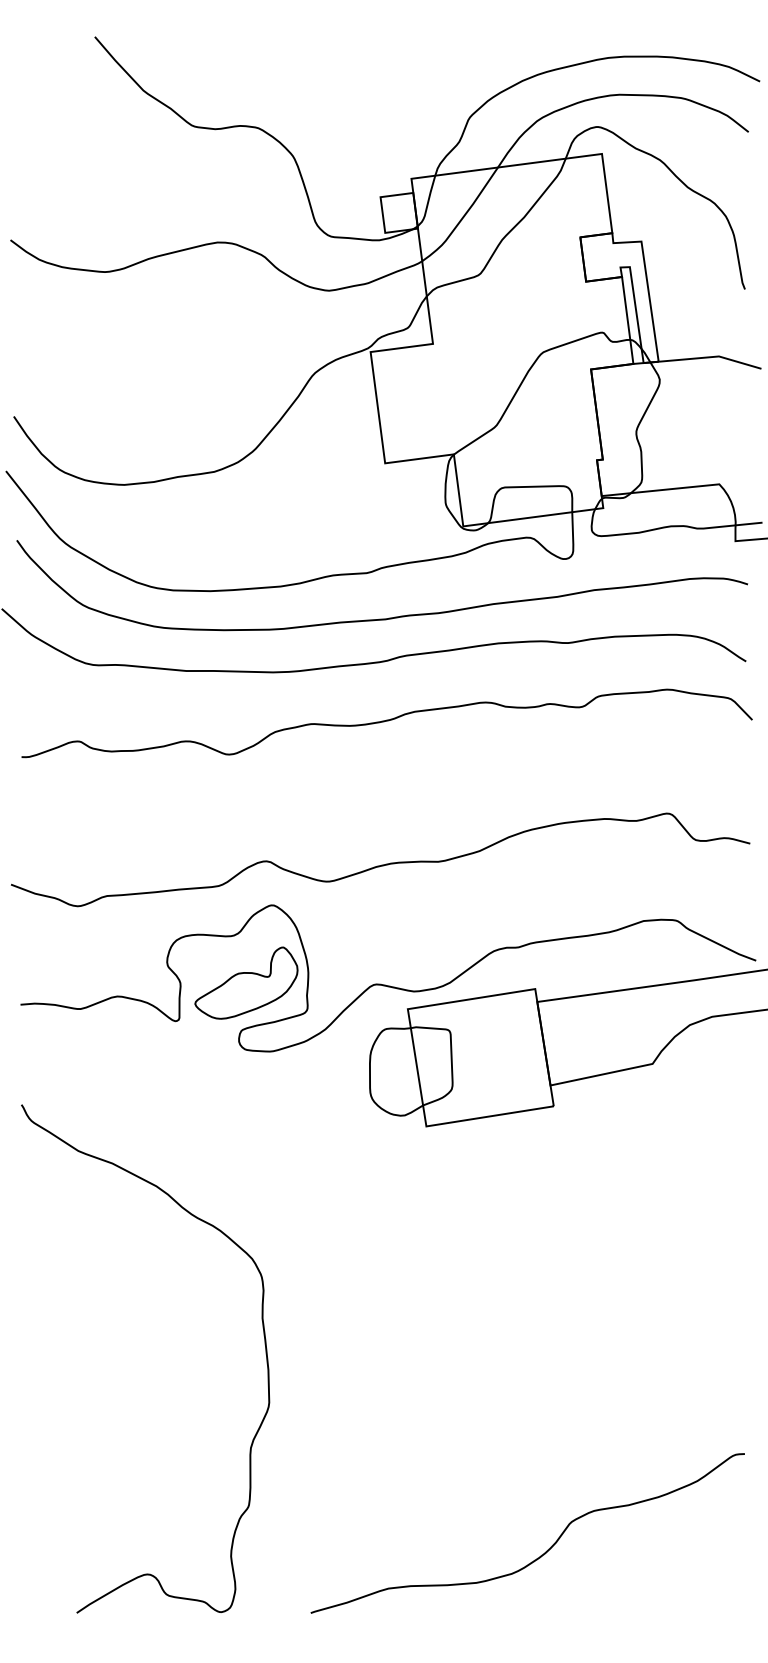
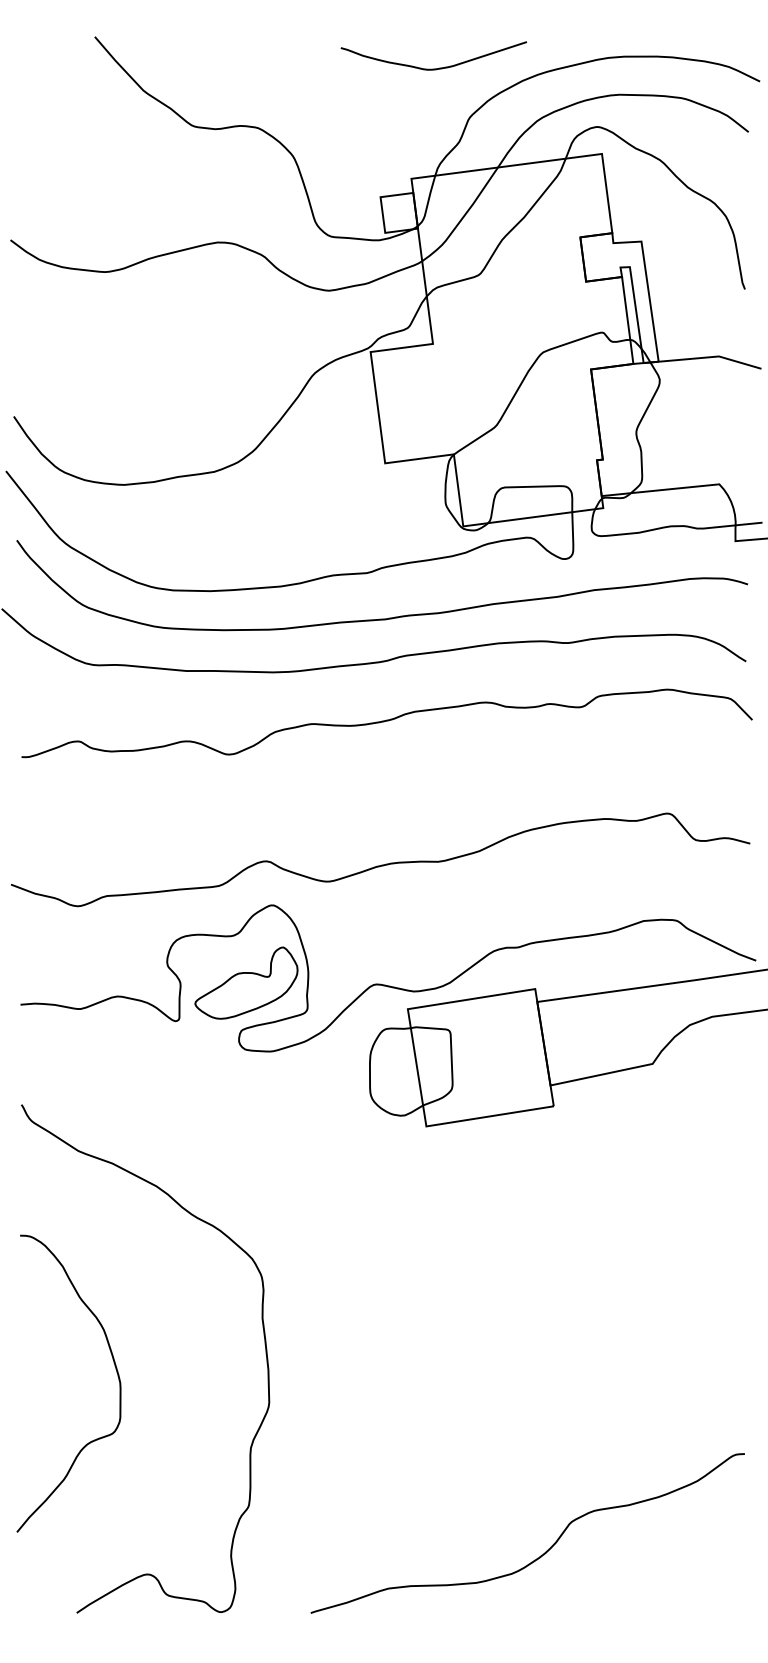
curve at (433, 68): none -> present
curve at (114, 1366): none -> present
